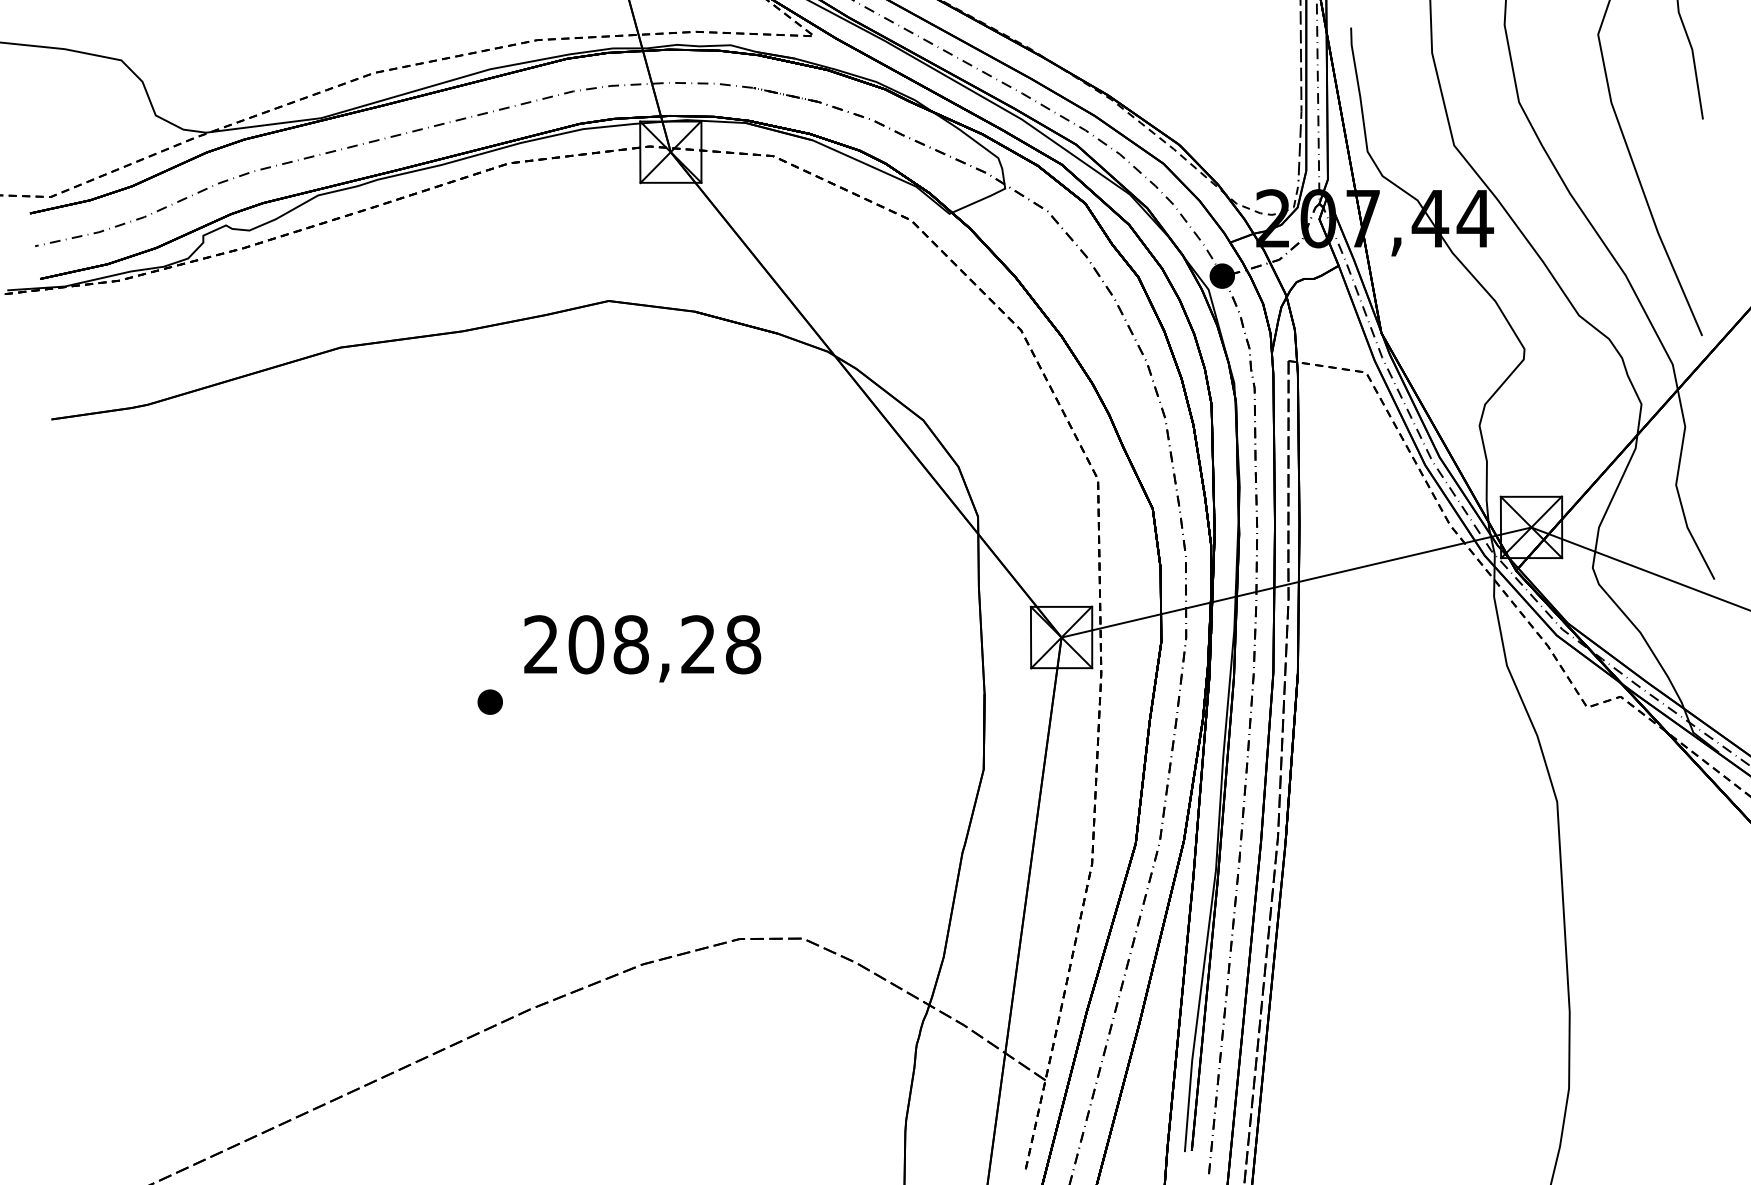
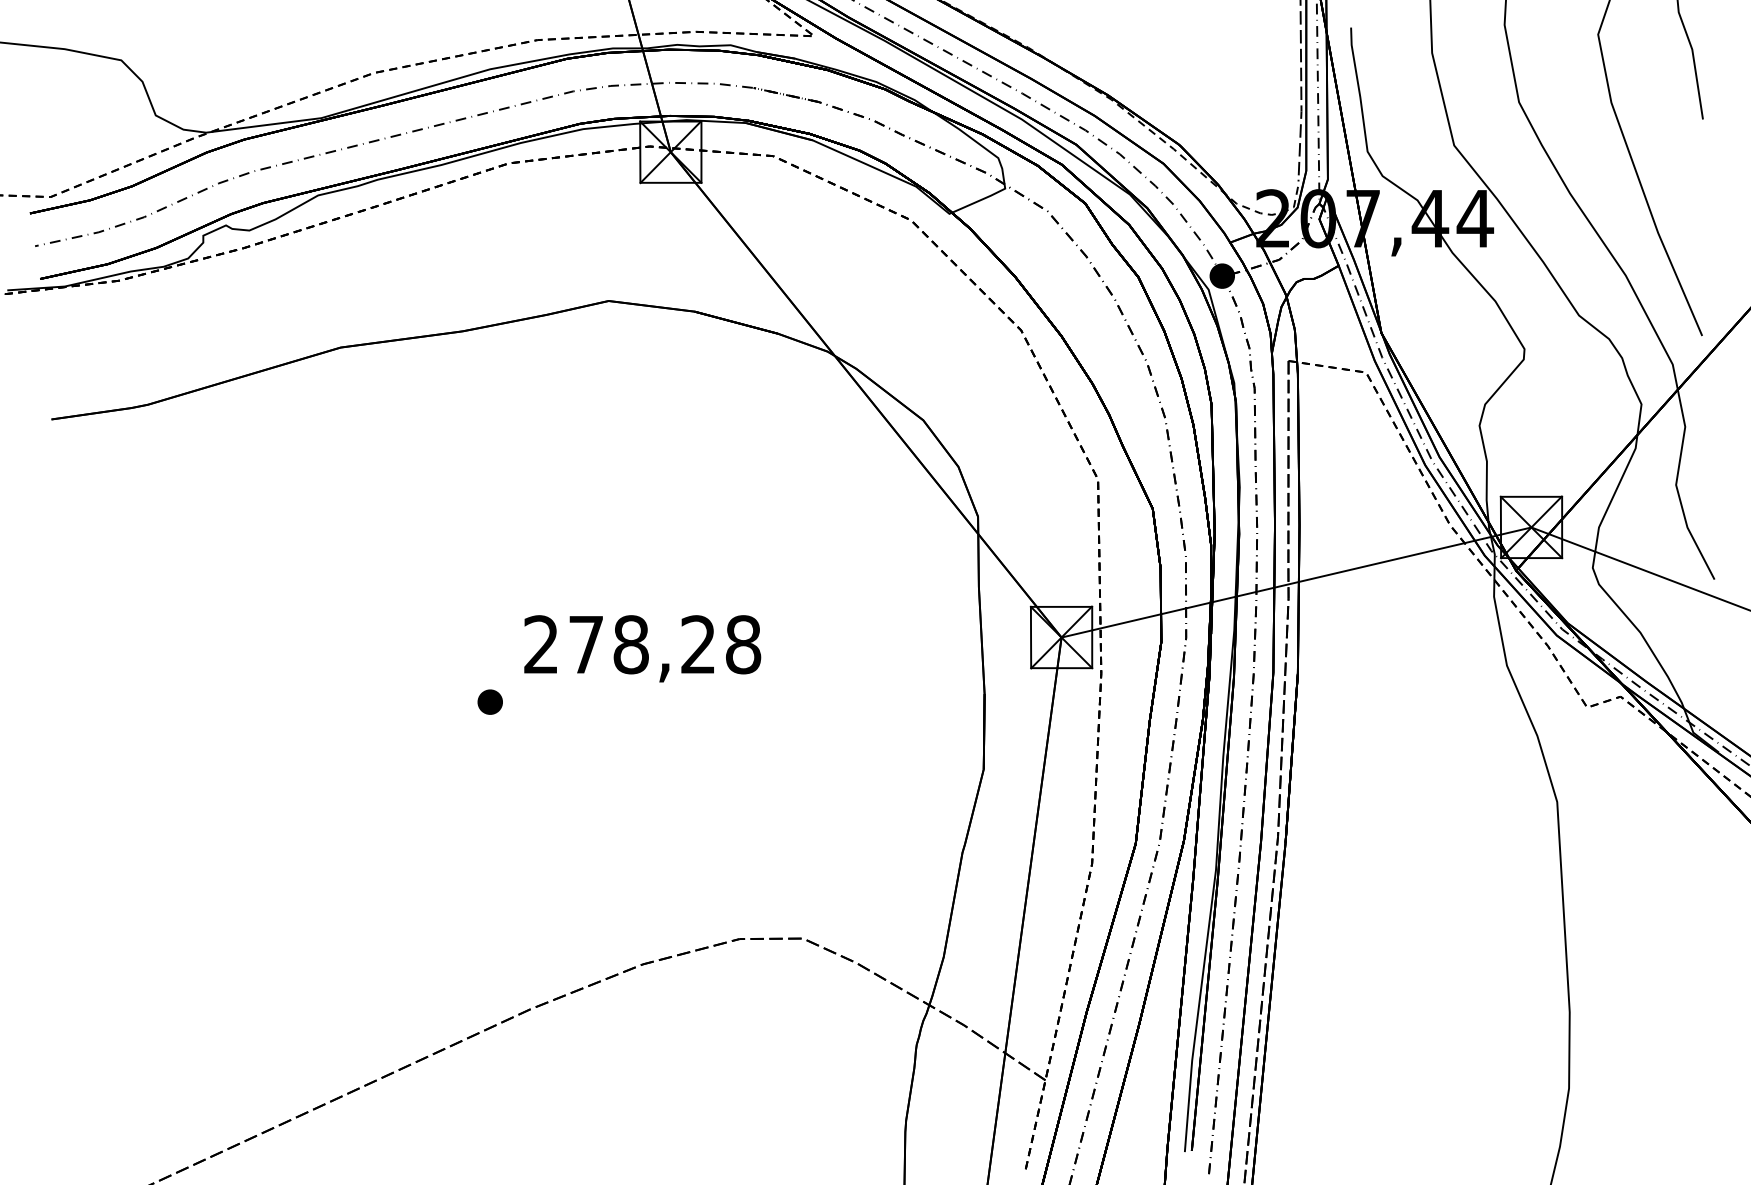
text at (586, 644): 208,28 -> 278,28
